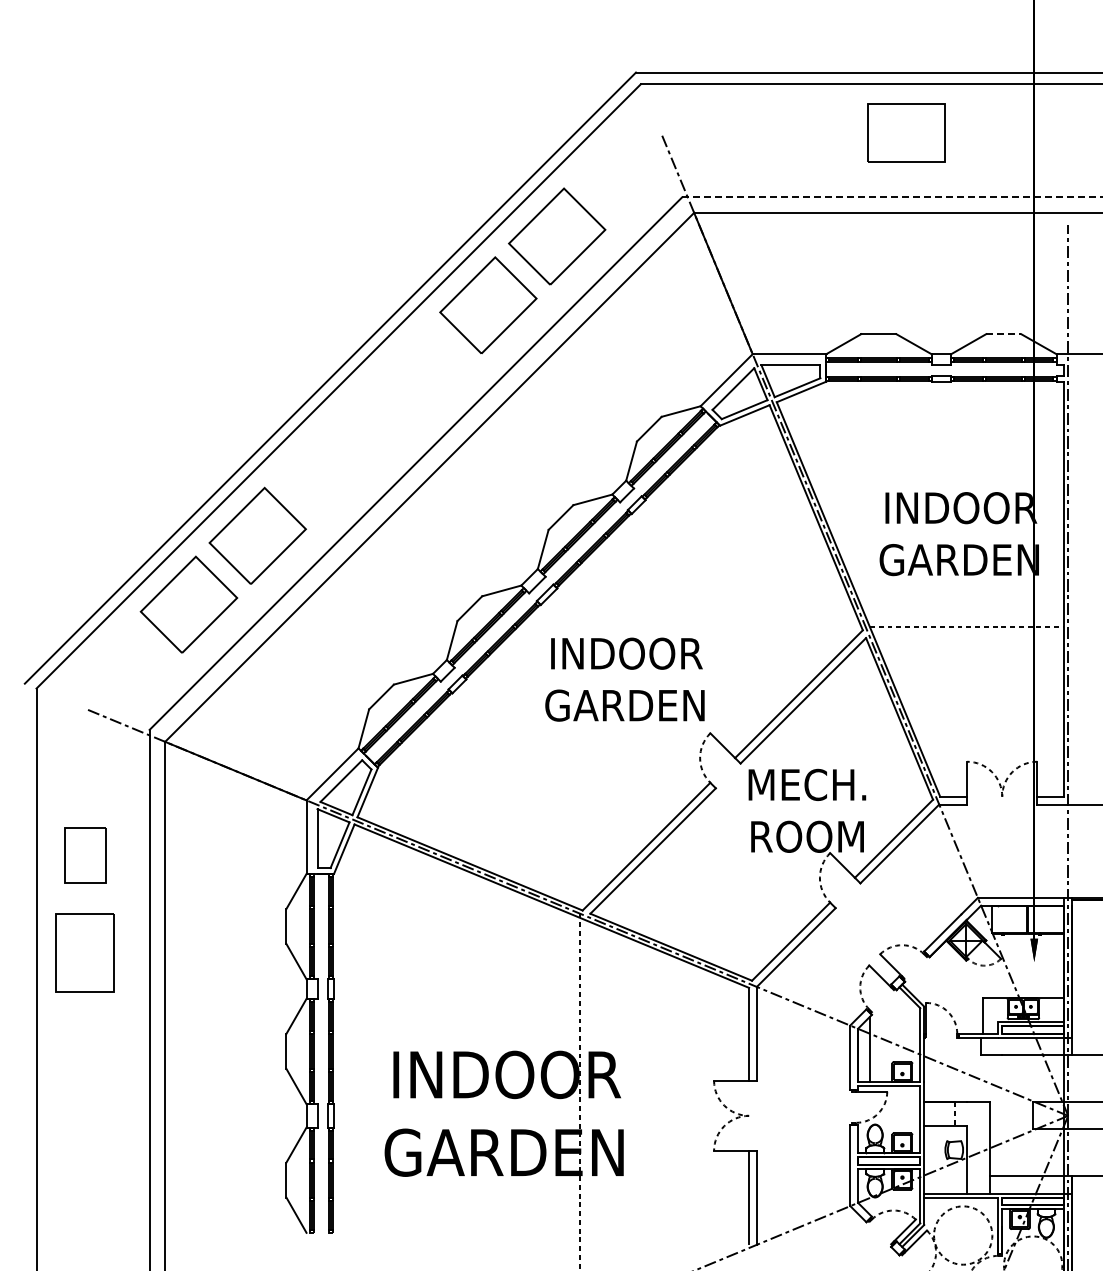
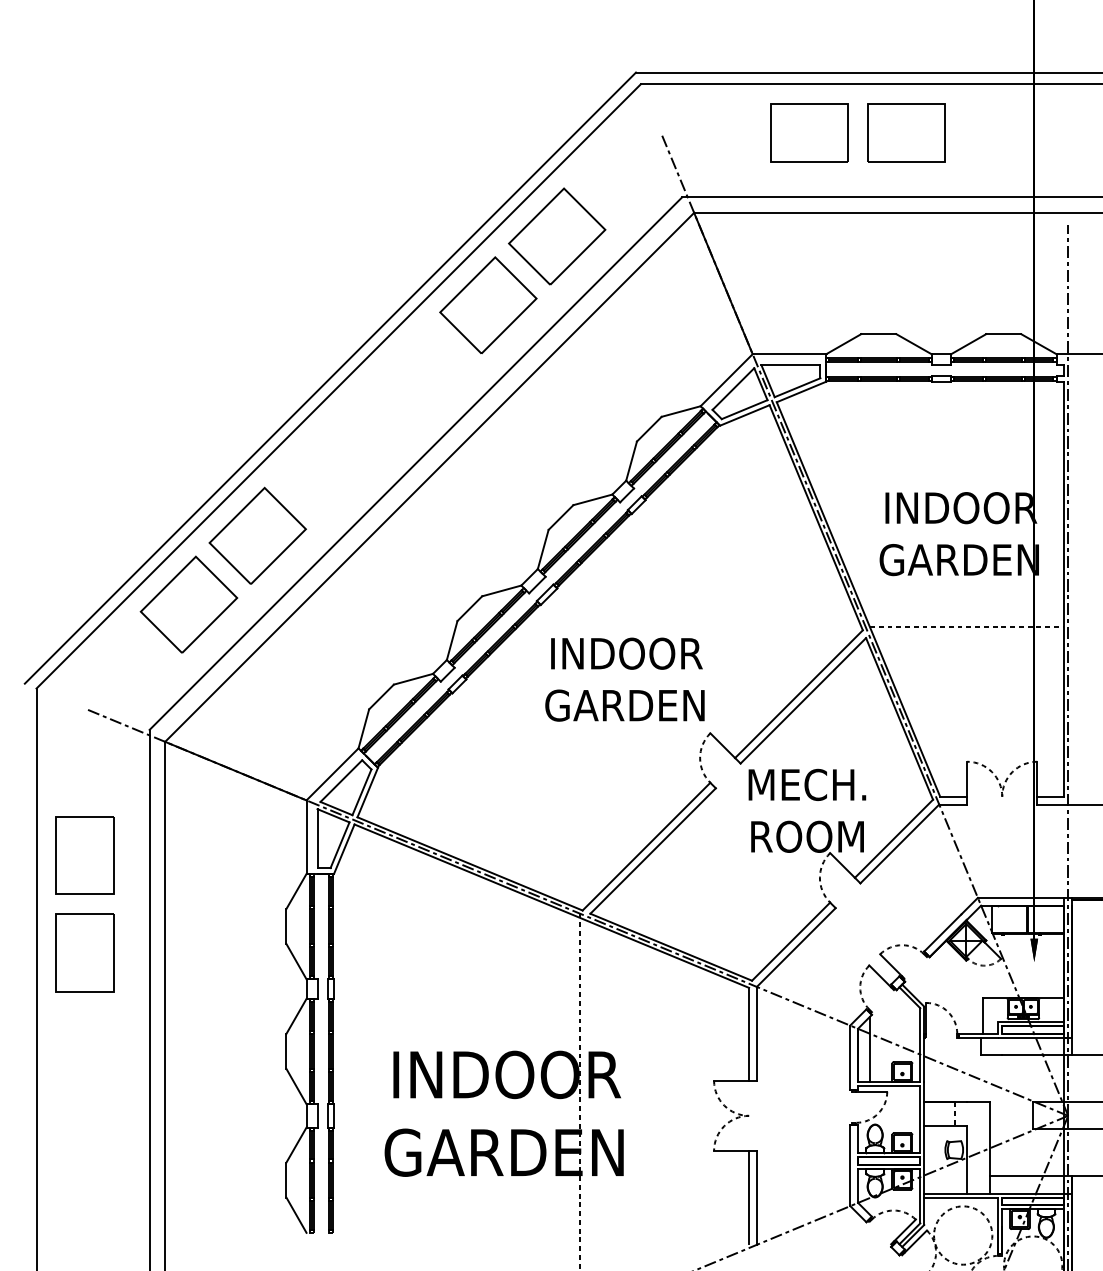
part at (809, 132): none -> present
line at (892, 197): dashed -> solid
line at (1003, 334): dashed -> solid
part at (85, 855) size: 43x57 px -> 60x79 px
